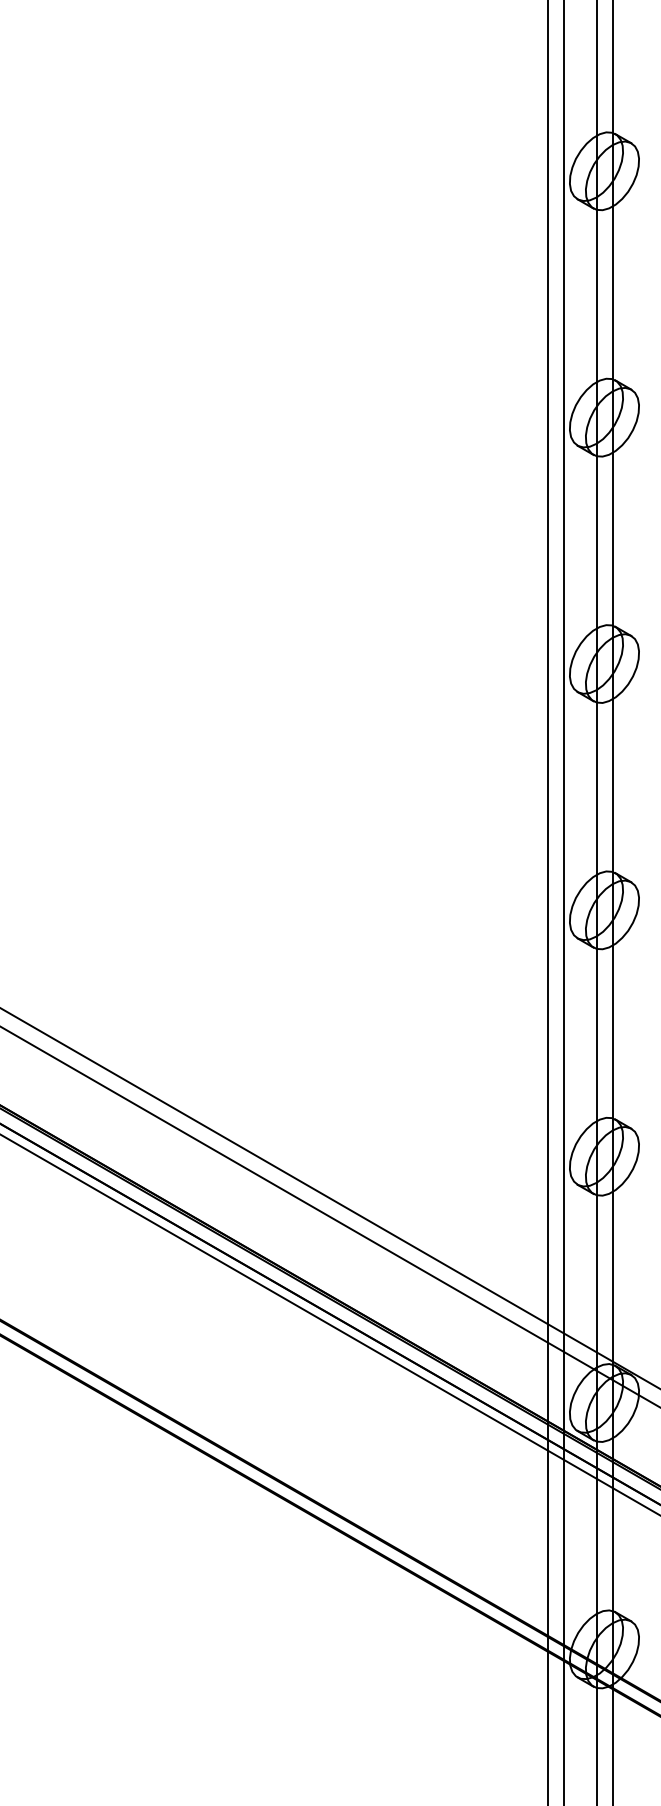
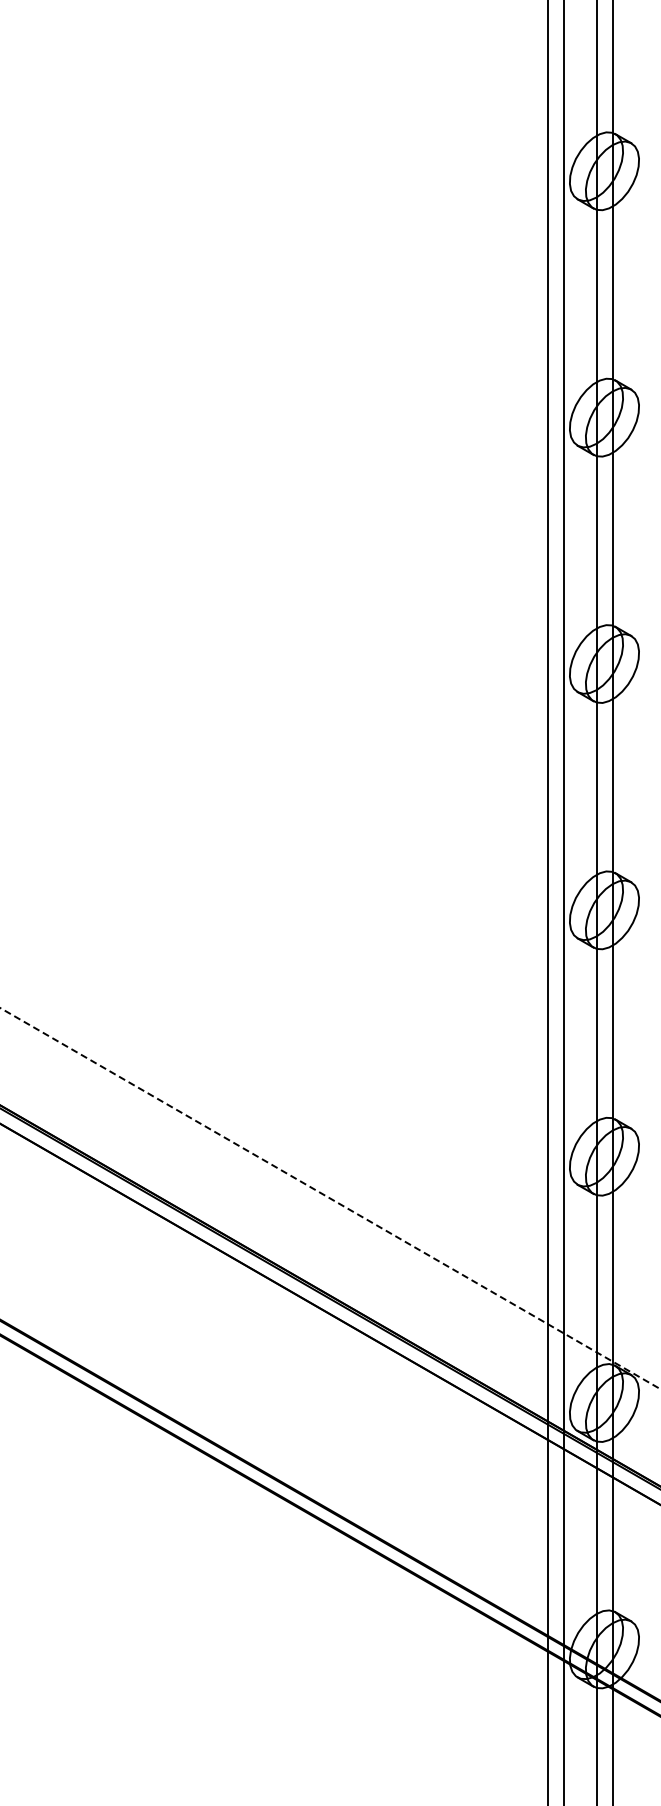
line at (330, 1198): solid -> dashed
line at (329, 1216): present -> none
line at (329, 1324): present -> none
